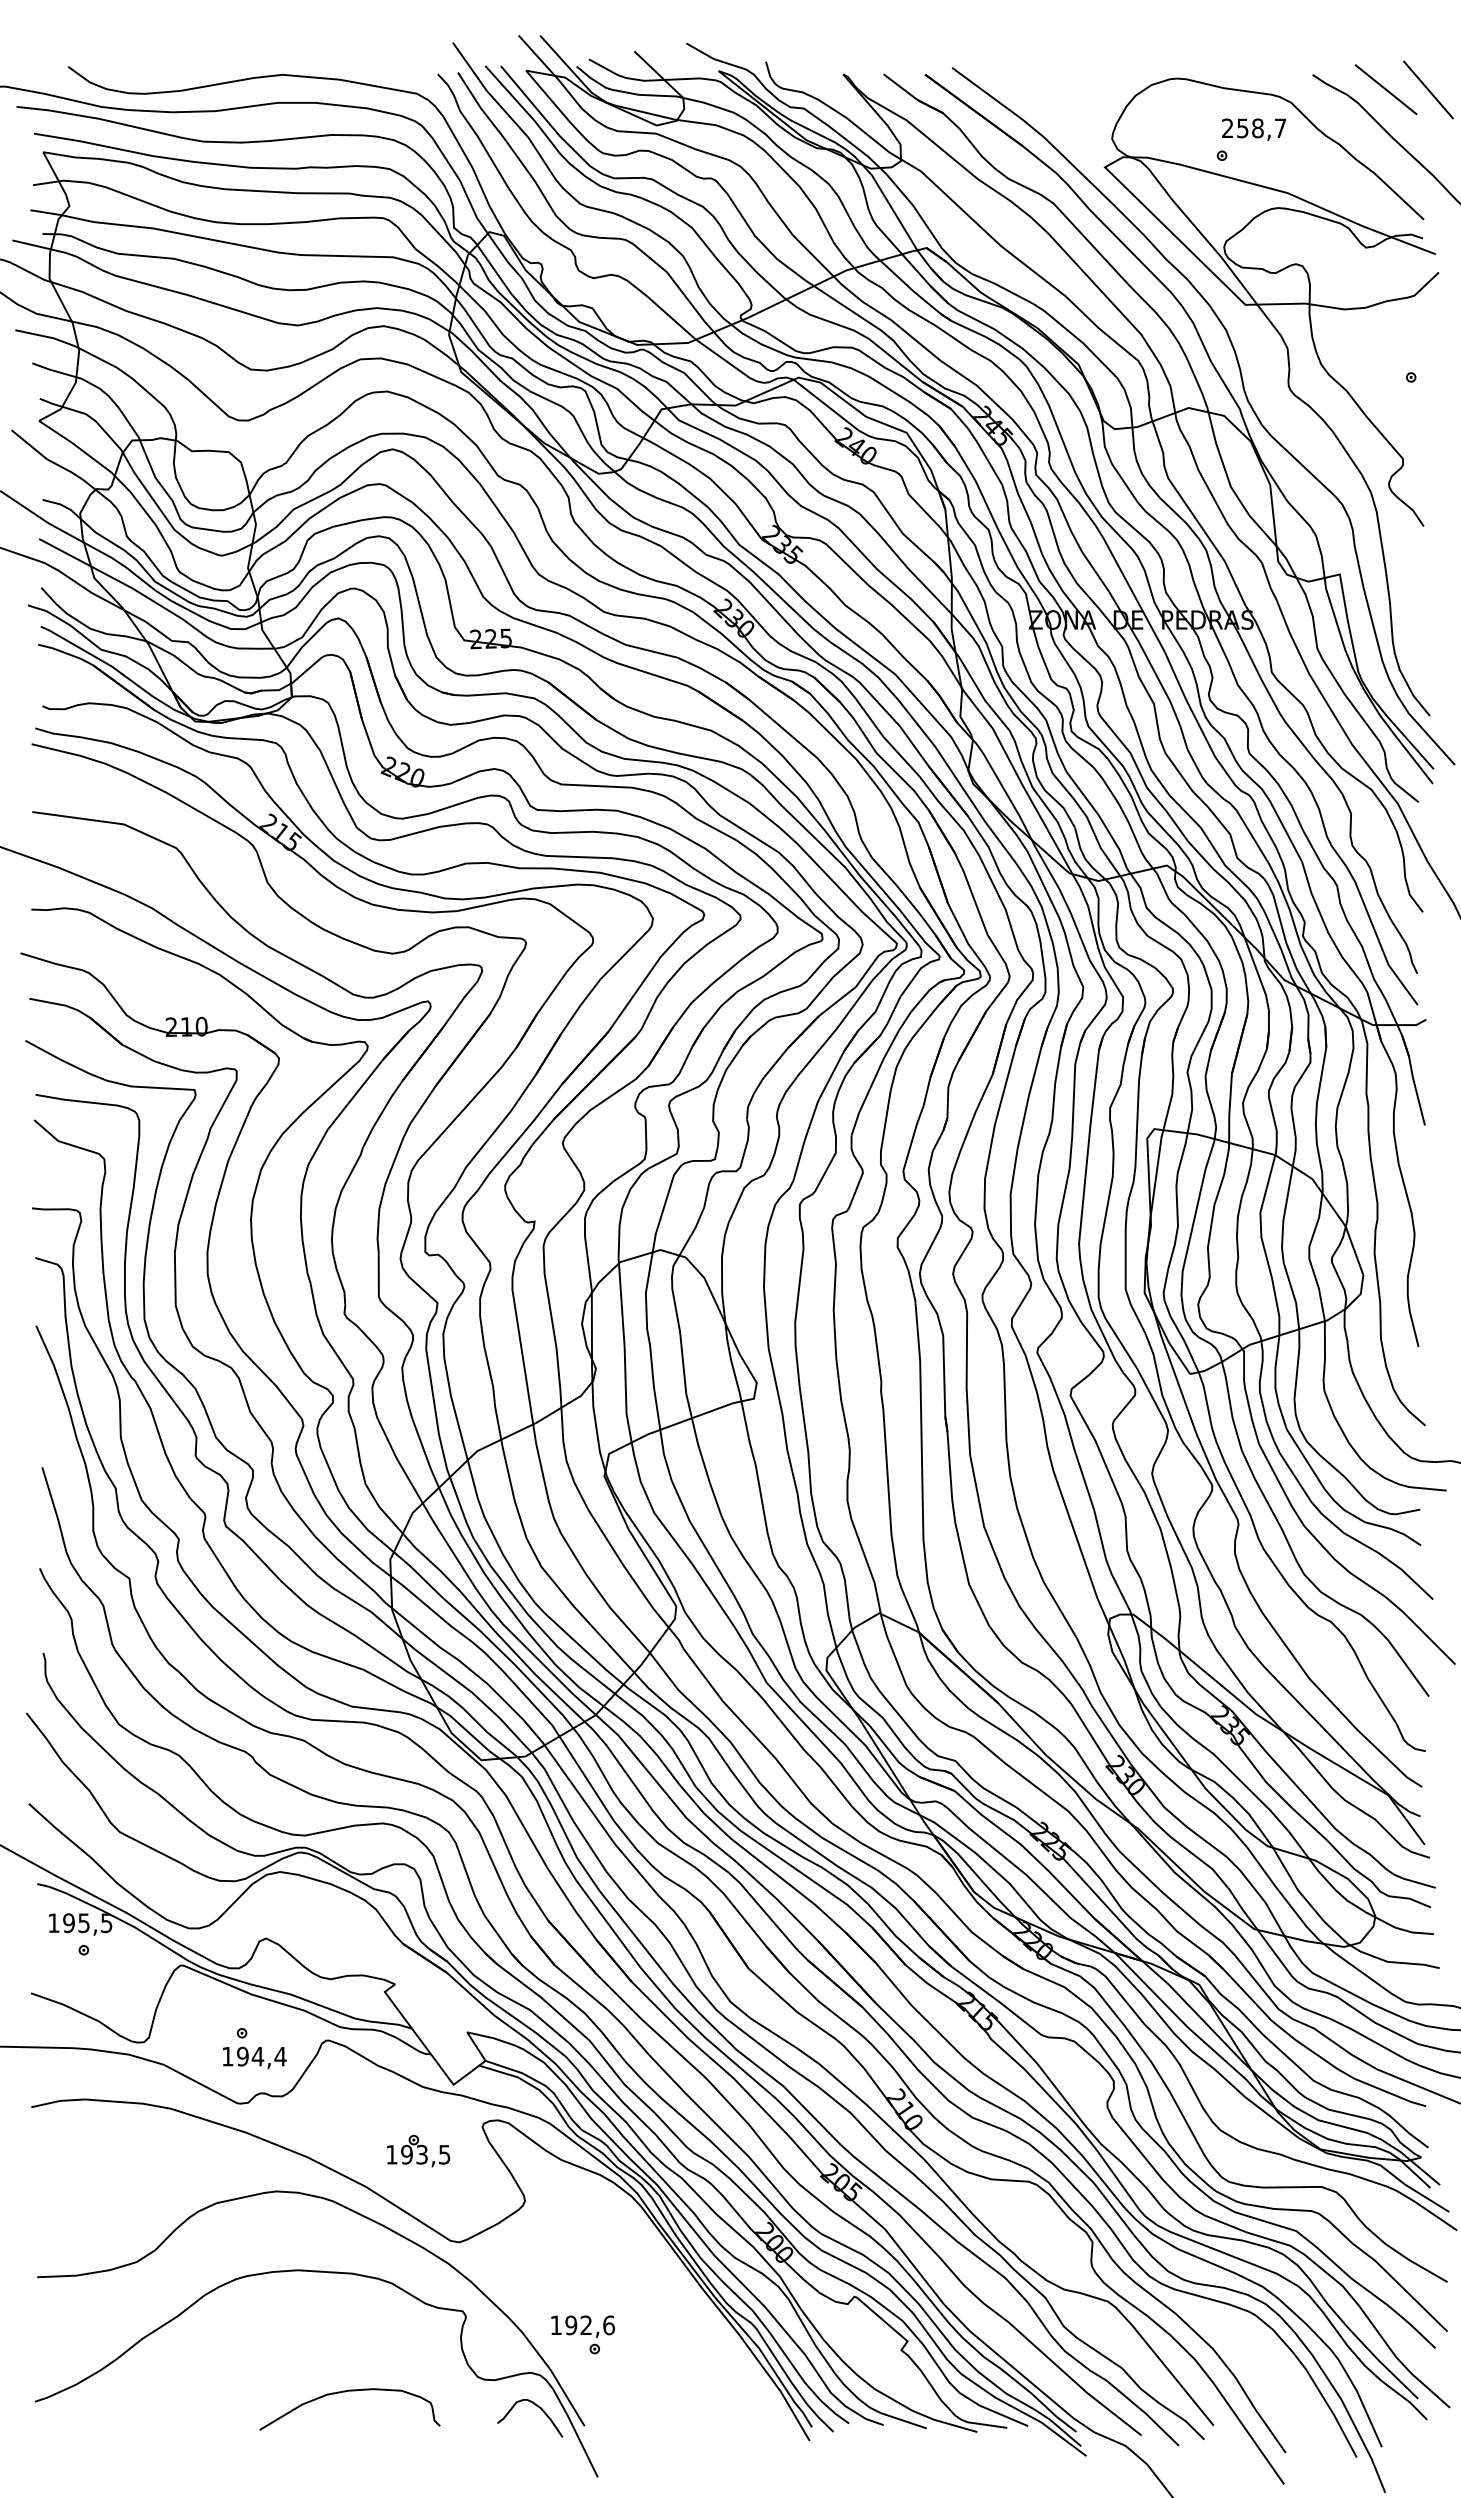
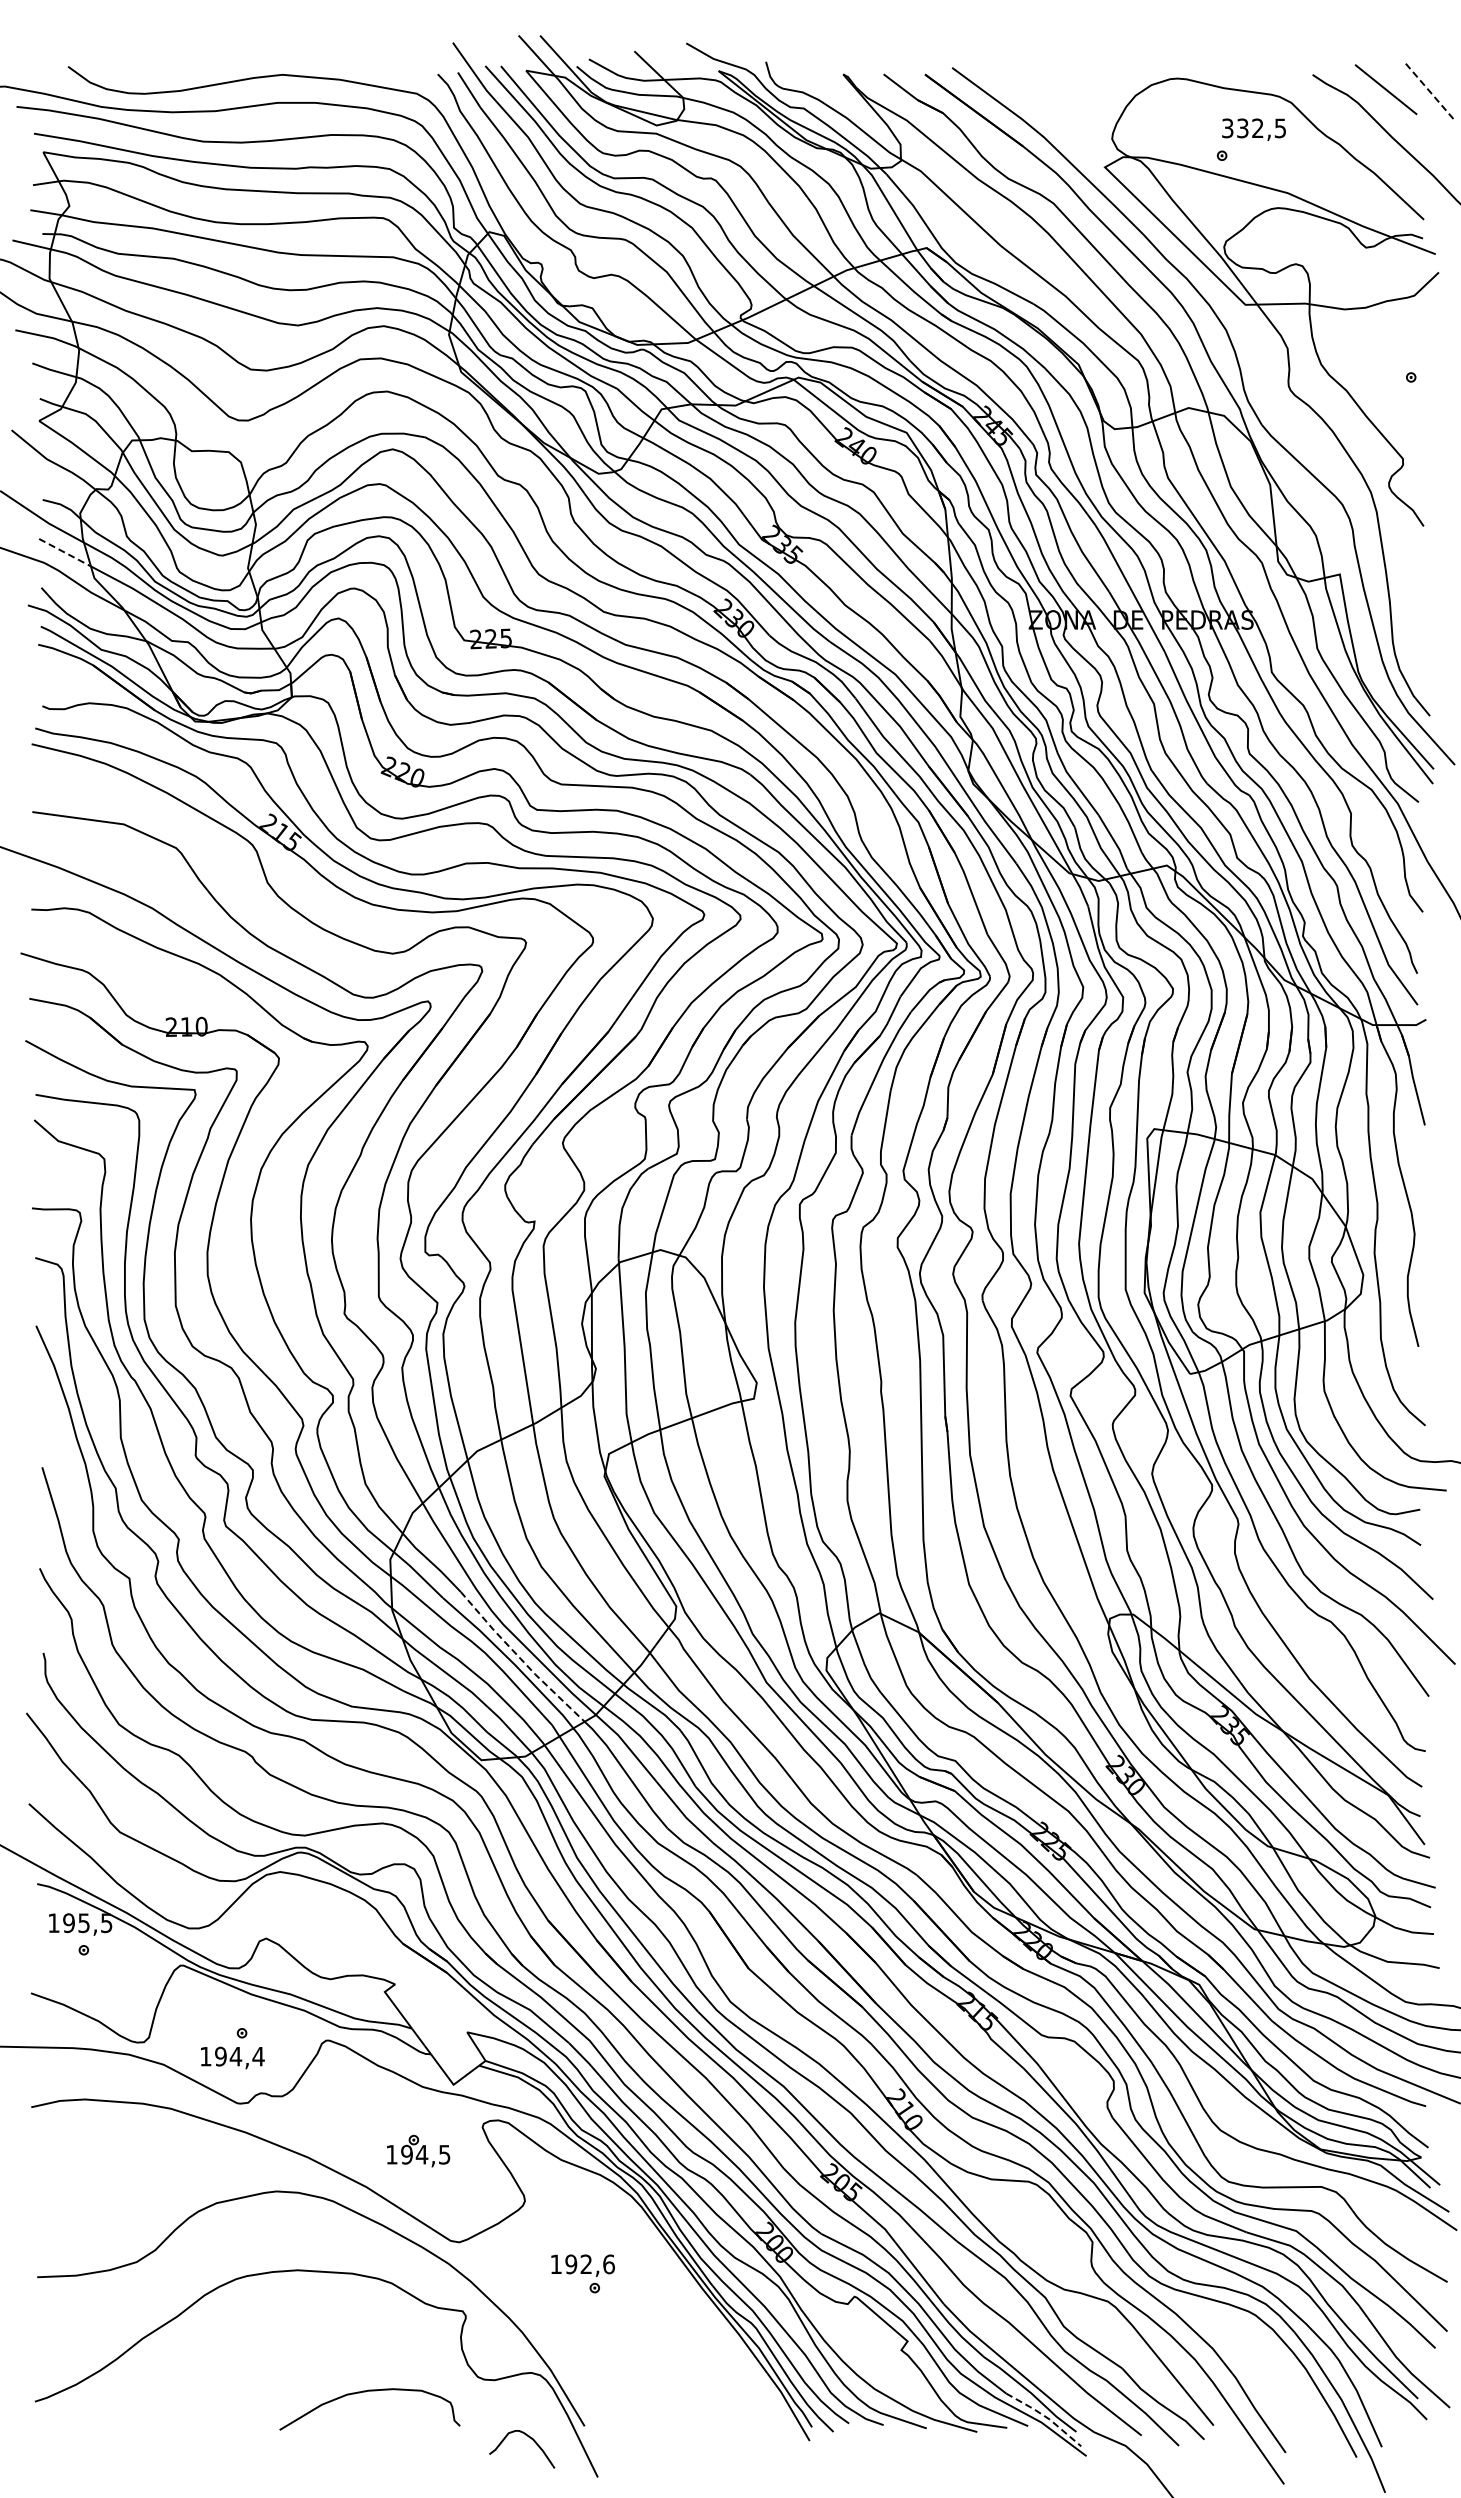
line at (1428, 89): solid -> dashed
text at (1254, 128): 258,7 -> 332,5
line at (65, 552): solid -> dashed
line at (520, 1659): solid -> dashed
text at (254, 2057) position: (254, 2057) -> (232, 2057)
text at (421, 2154): 193,5 -> 194,5
part at (582, 2334) position: (582, 2334) -> (582, 2273)
curve at (345, 2392) position: (345, 2392) -> (365, 2392)
curve at (536, 2406) position: (536, 2406) -> (528, 2437)
line at (1045, 2416): solid -> dashed
